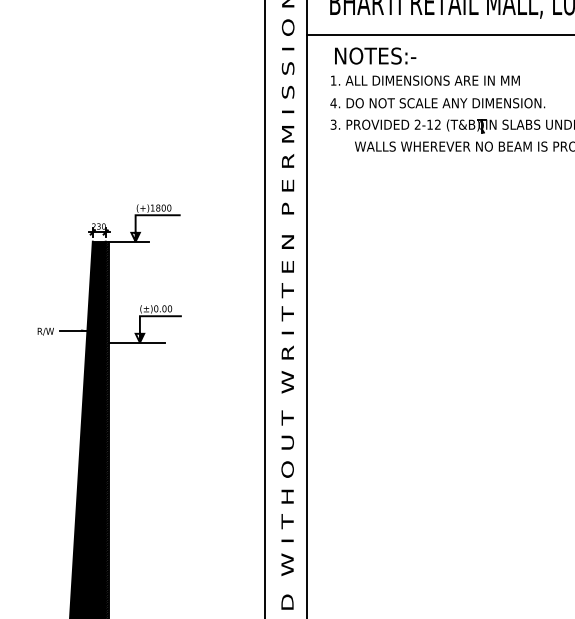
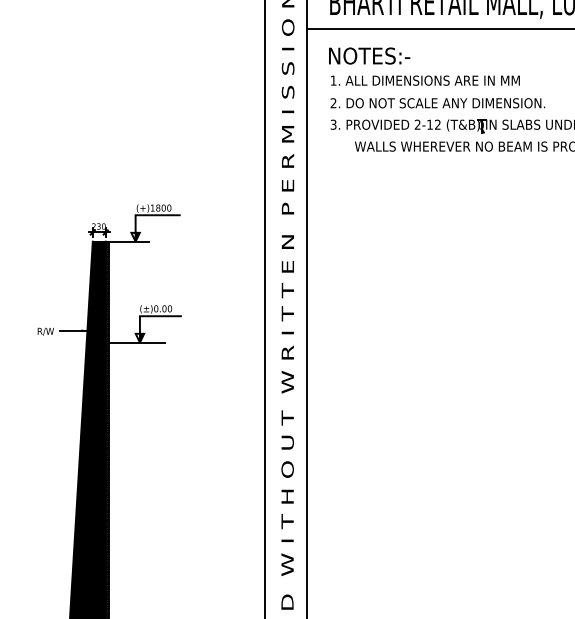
line at (439, 35) position: (439, 35) -> (439, 29)
text at (375, 55) position: (375, 55) -> (369, 55)
text at (333, 103): 4. -> 2.
